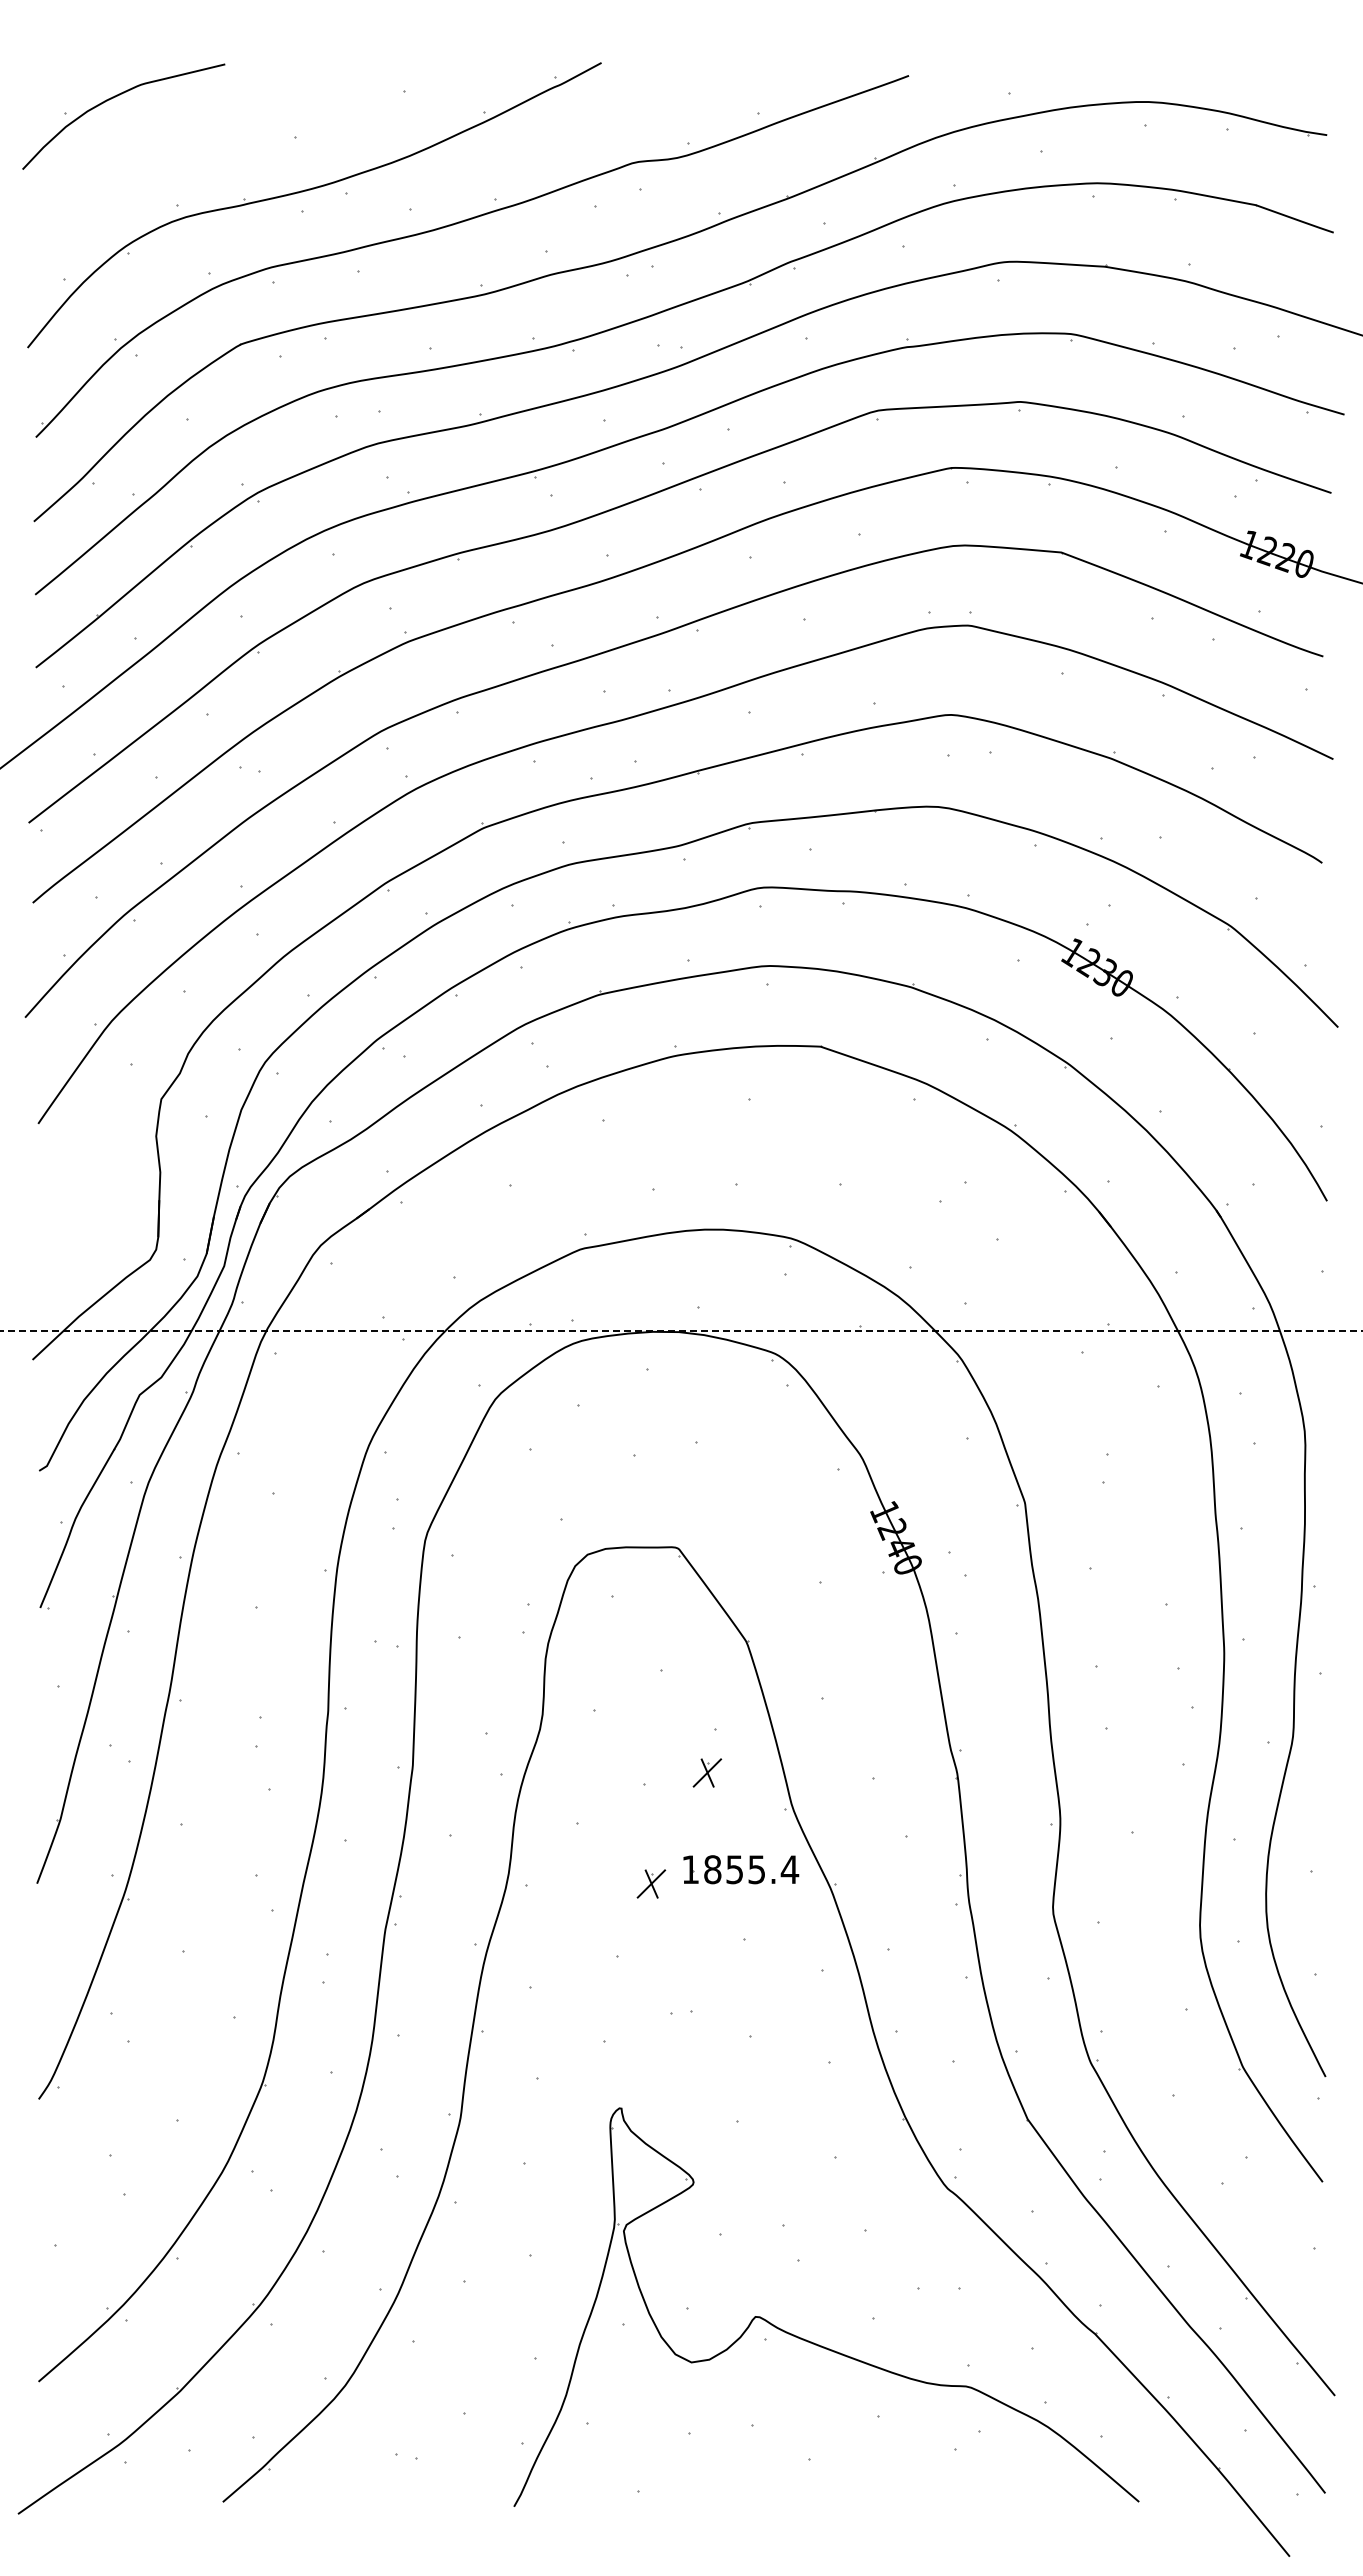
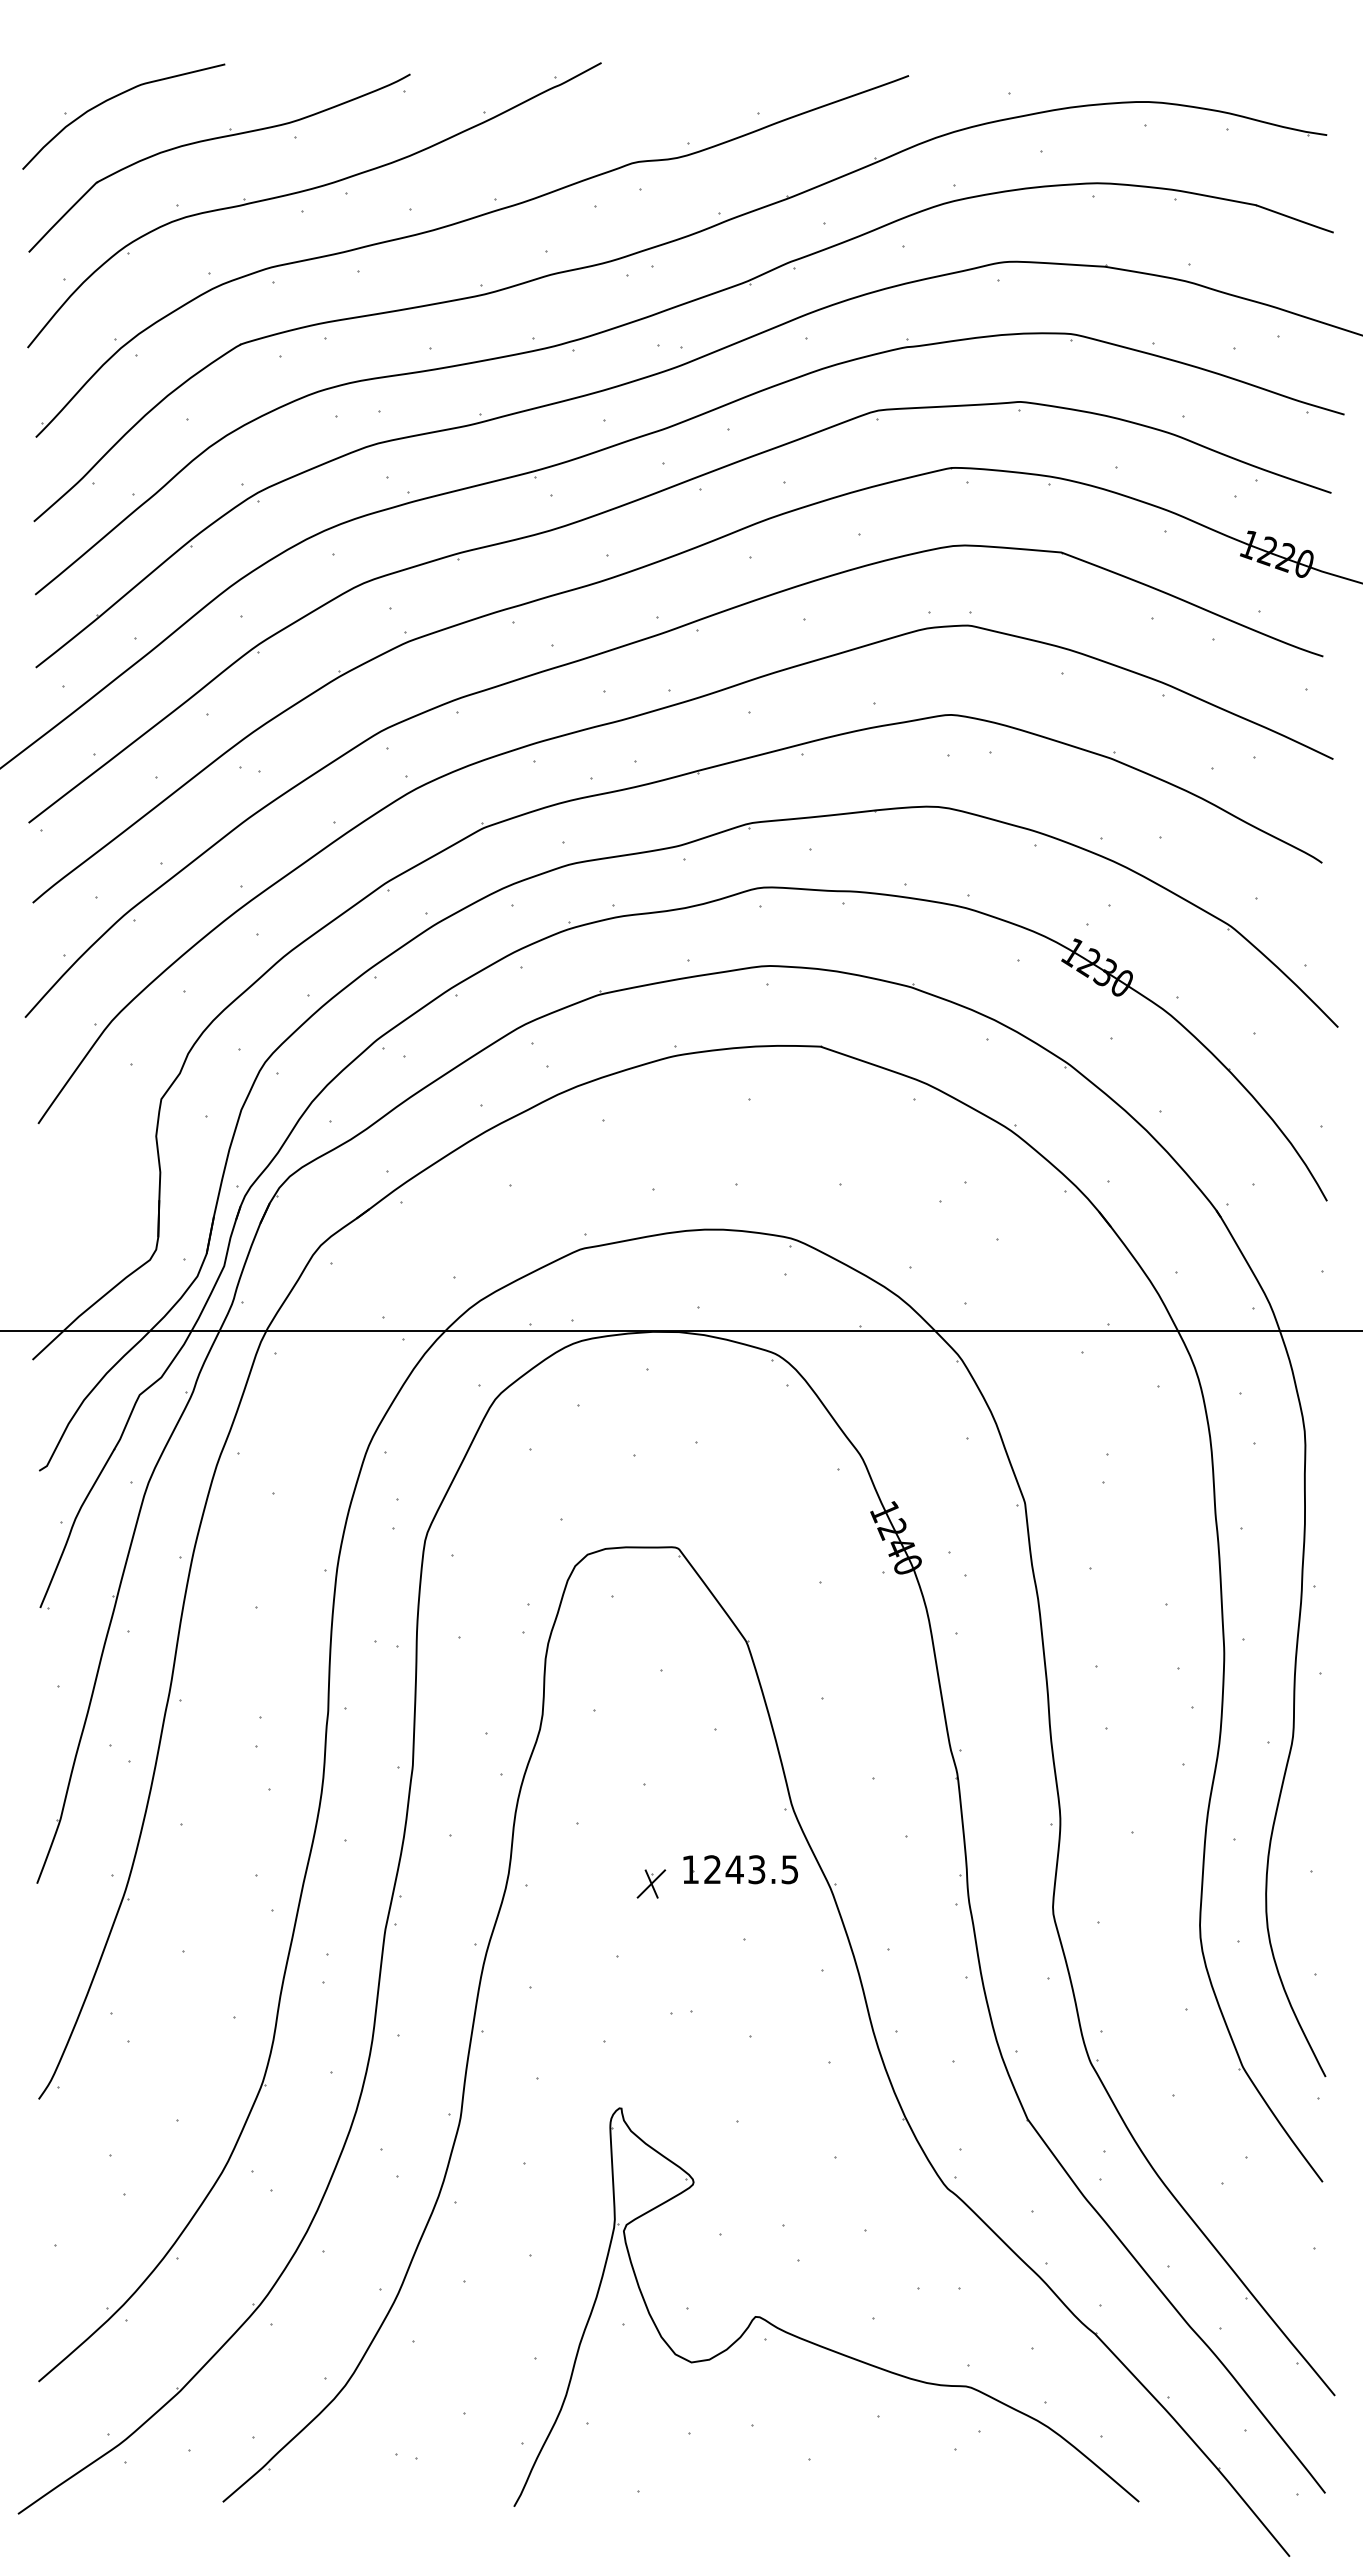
part at (216, 139): none -> present
line at (681, 1331): dashed -> solid
part at (707, 1772): present -> none
text at (751, 1869): 1855.4 -> 1243.5
